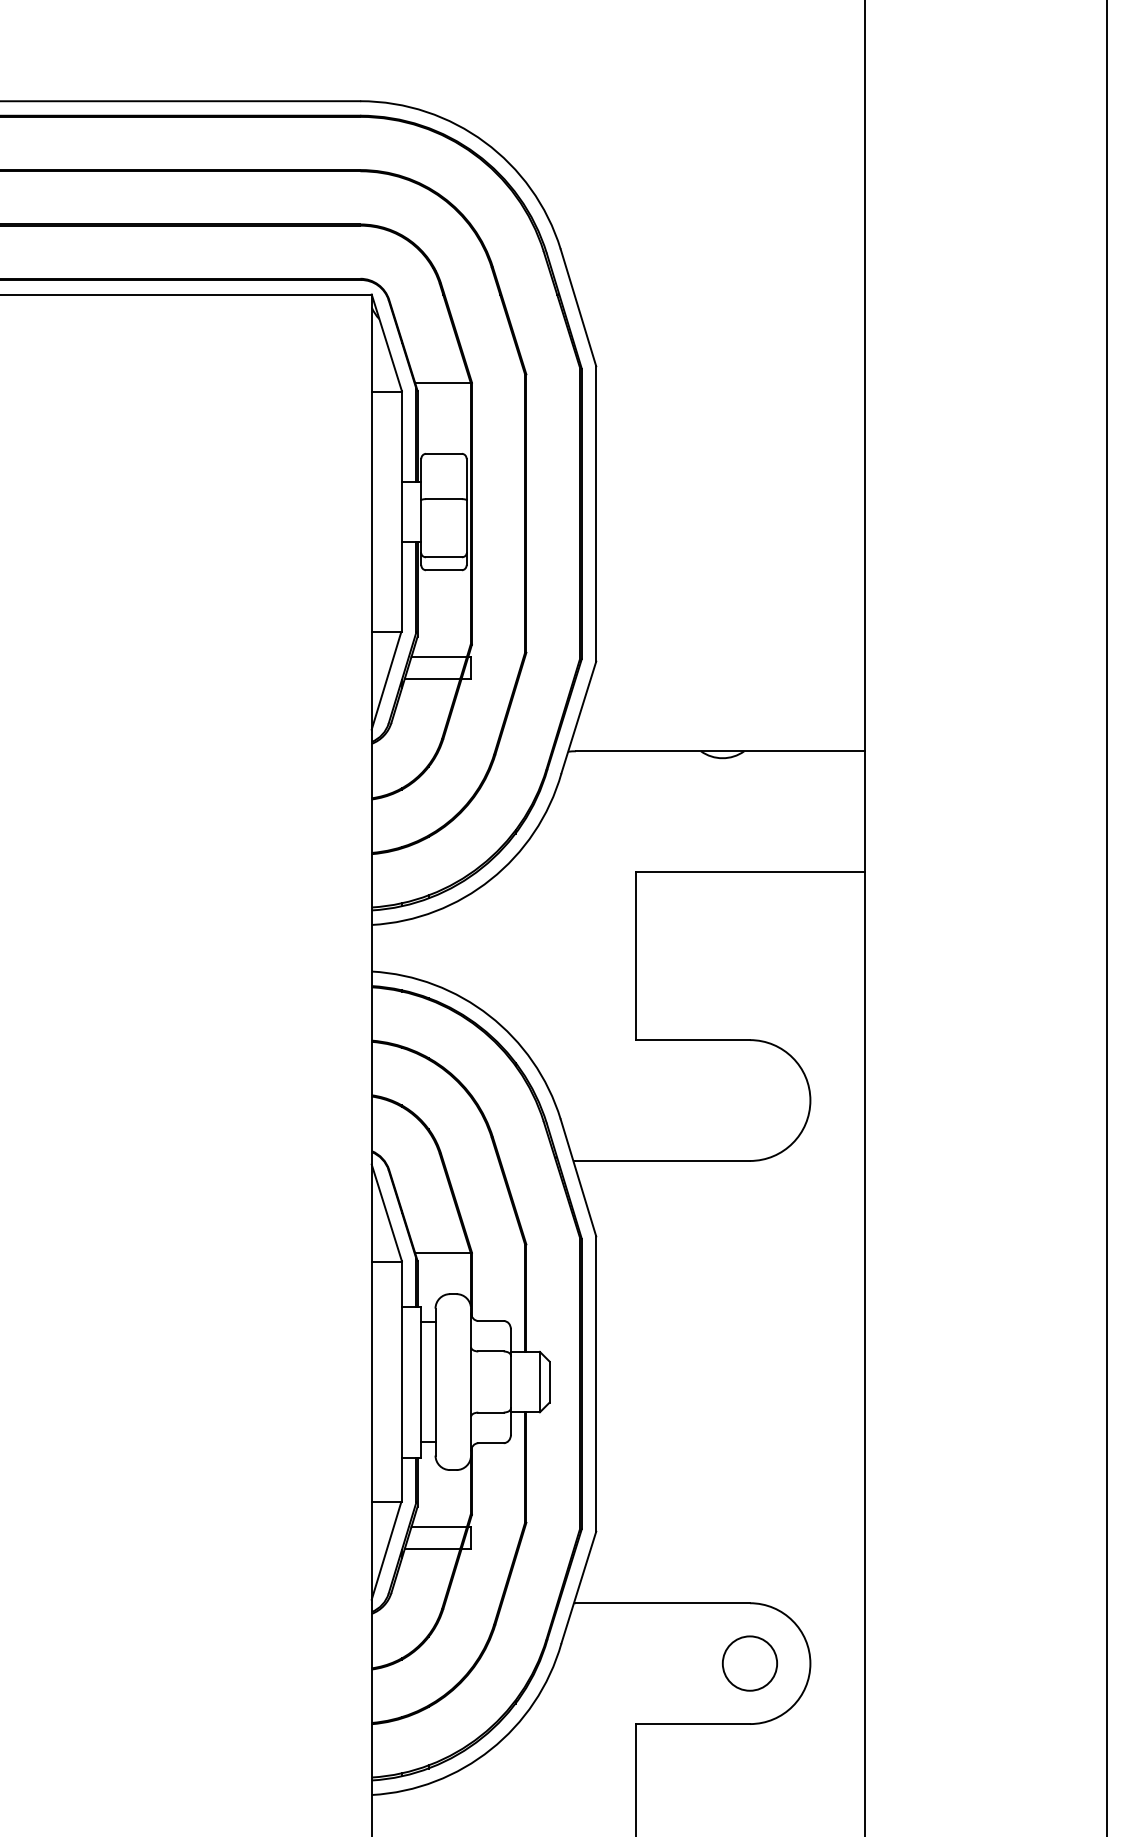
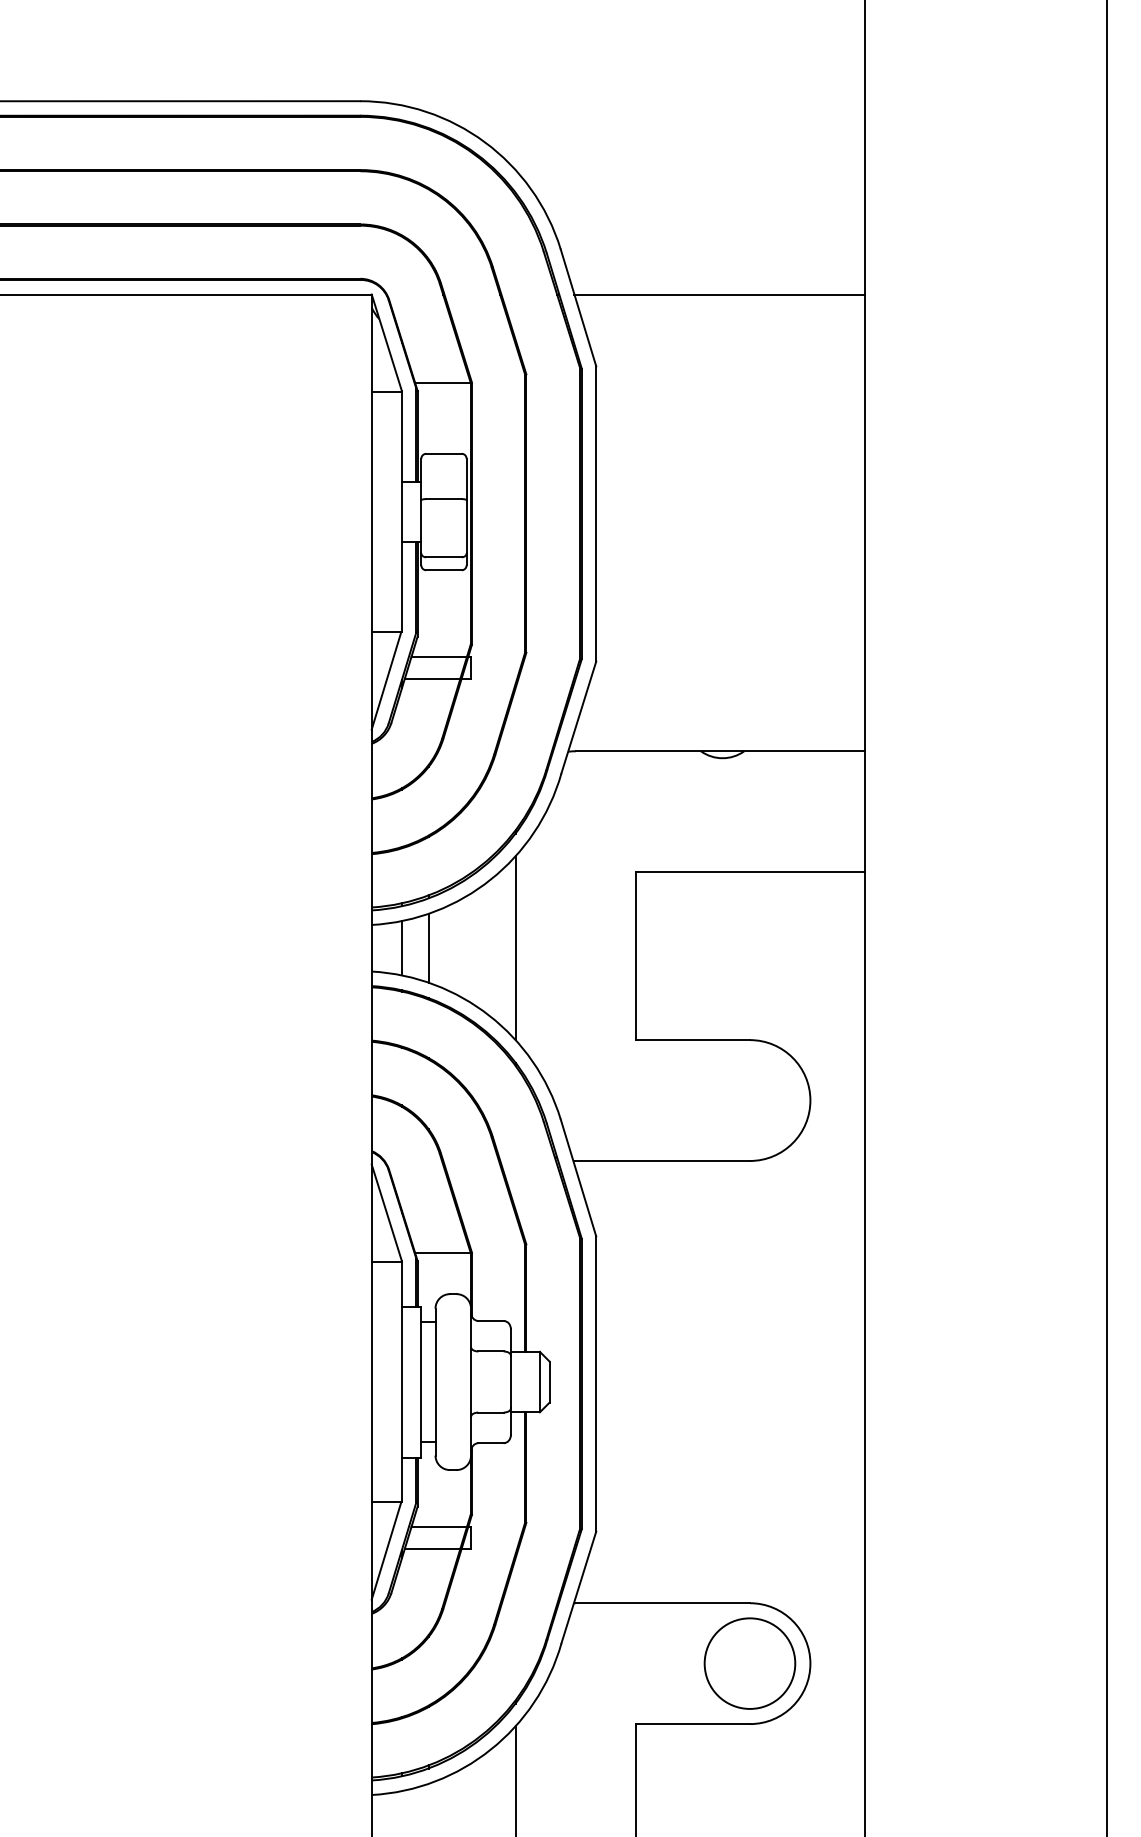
line at (719, 294): none -> present
line at (428, 947): none -> present
line at (401, 948): none -> present
line at (515, 948): none -> present
circle at (749, 1663) size: 57x57 px -> 94x93 px
line at (515, 1779): none -> present
